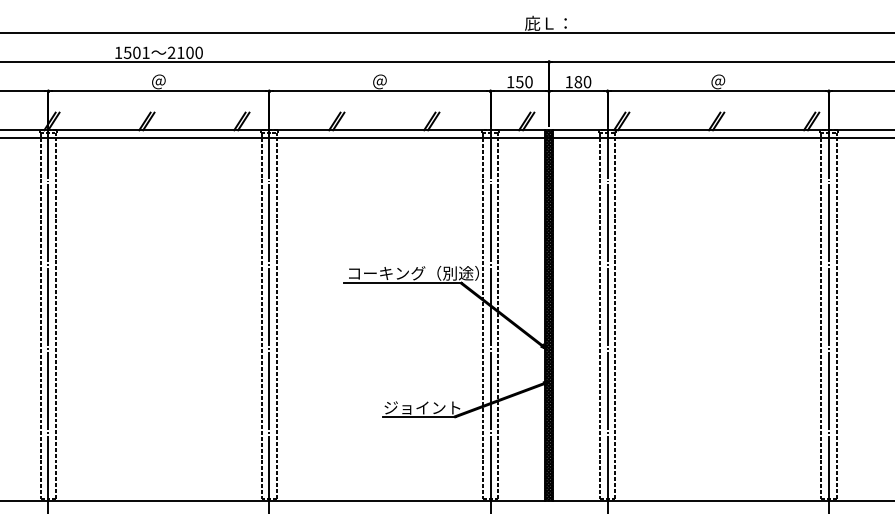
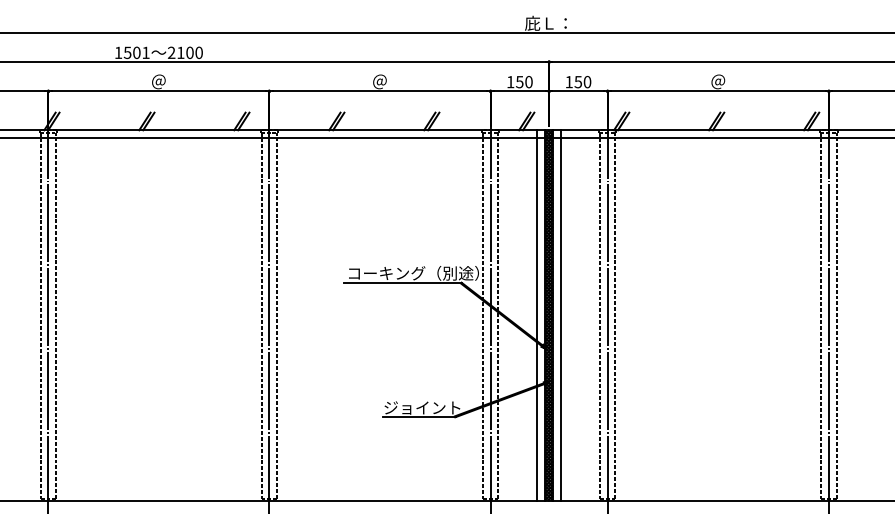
text at (578, 82): 180 -> 150
line at (537, 315): none -> present
line at (560, 315): none -> present
